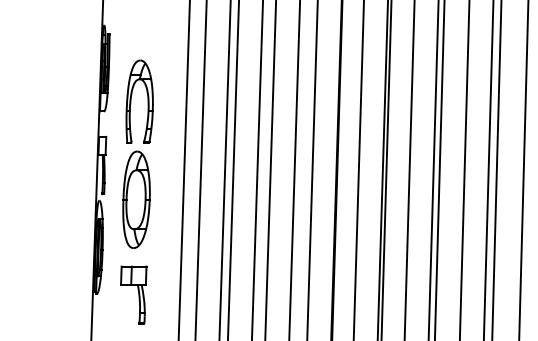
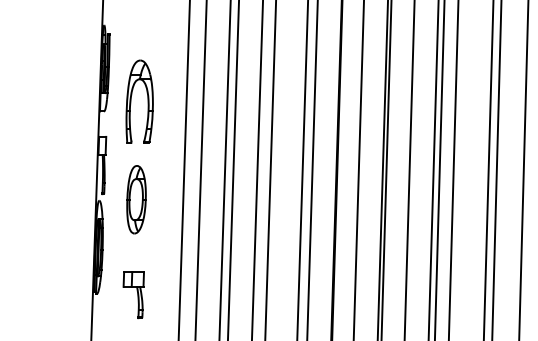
line at (294, 169) position: (294, 169) -> (302, 169)
line at (464, 169) position: (464, 169) -> (453, 169)
part at (136, 199) size: 29x99 px -> 21x70 px
part at (133, 294) size: 28x60 px -> 23x49 px
